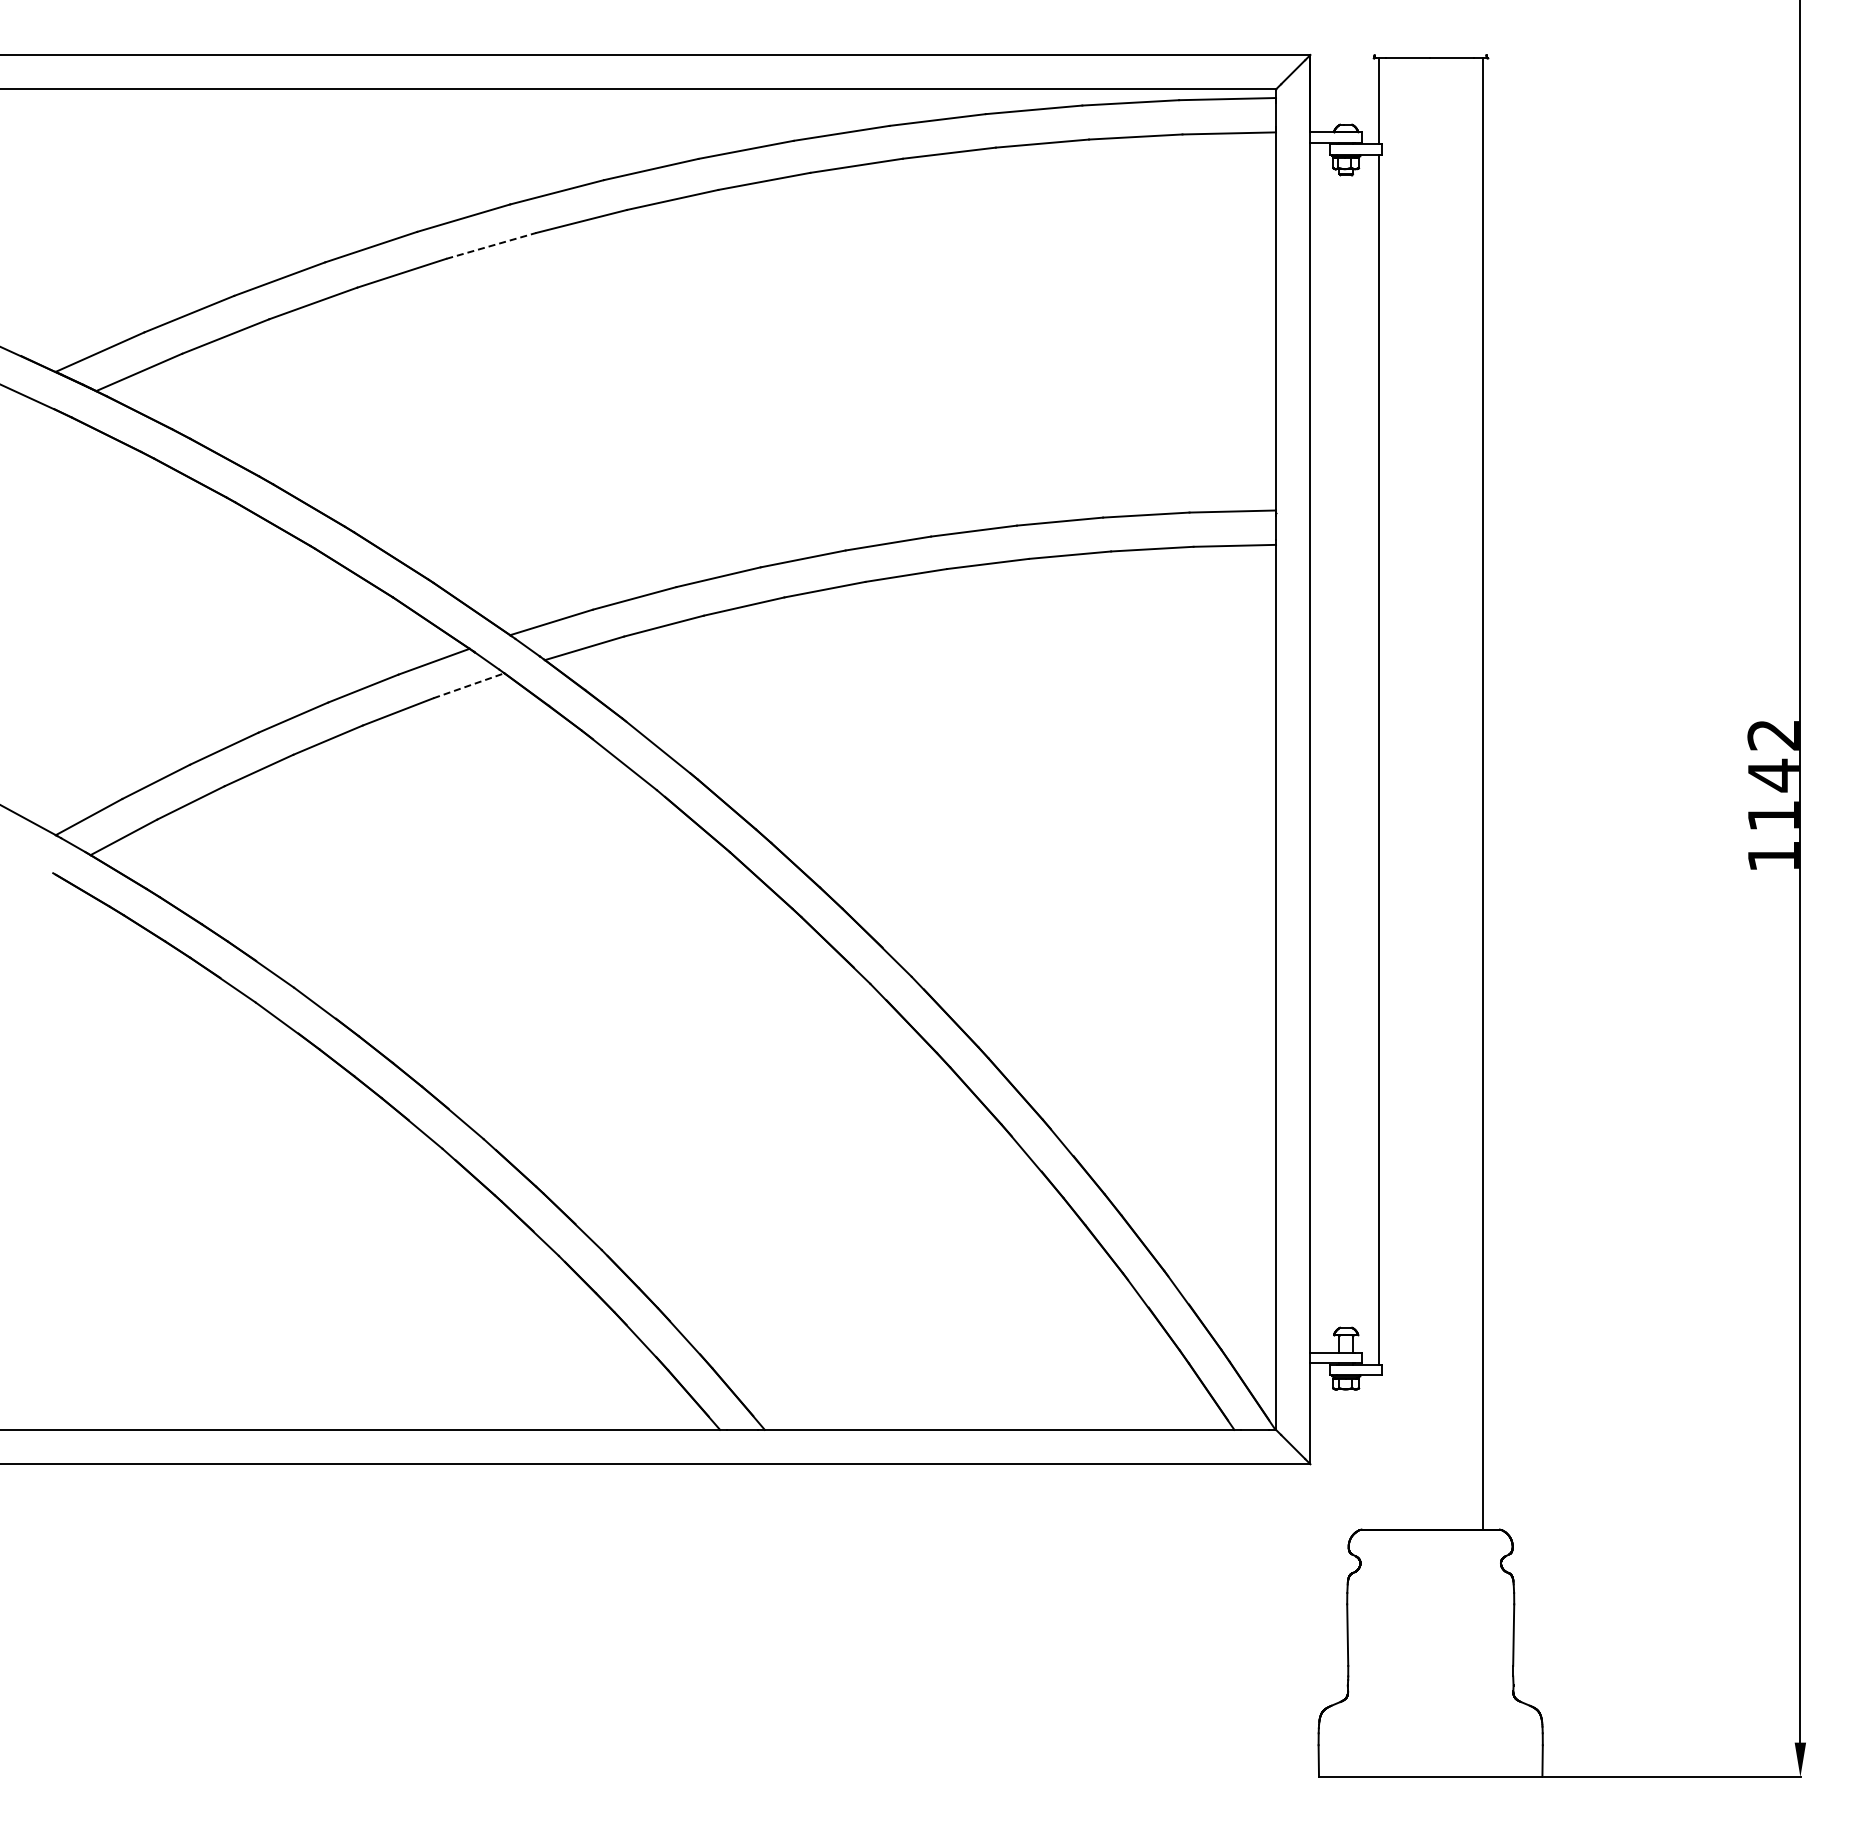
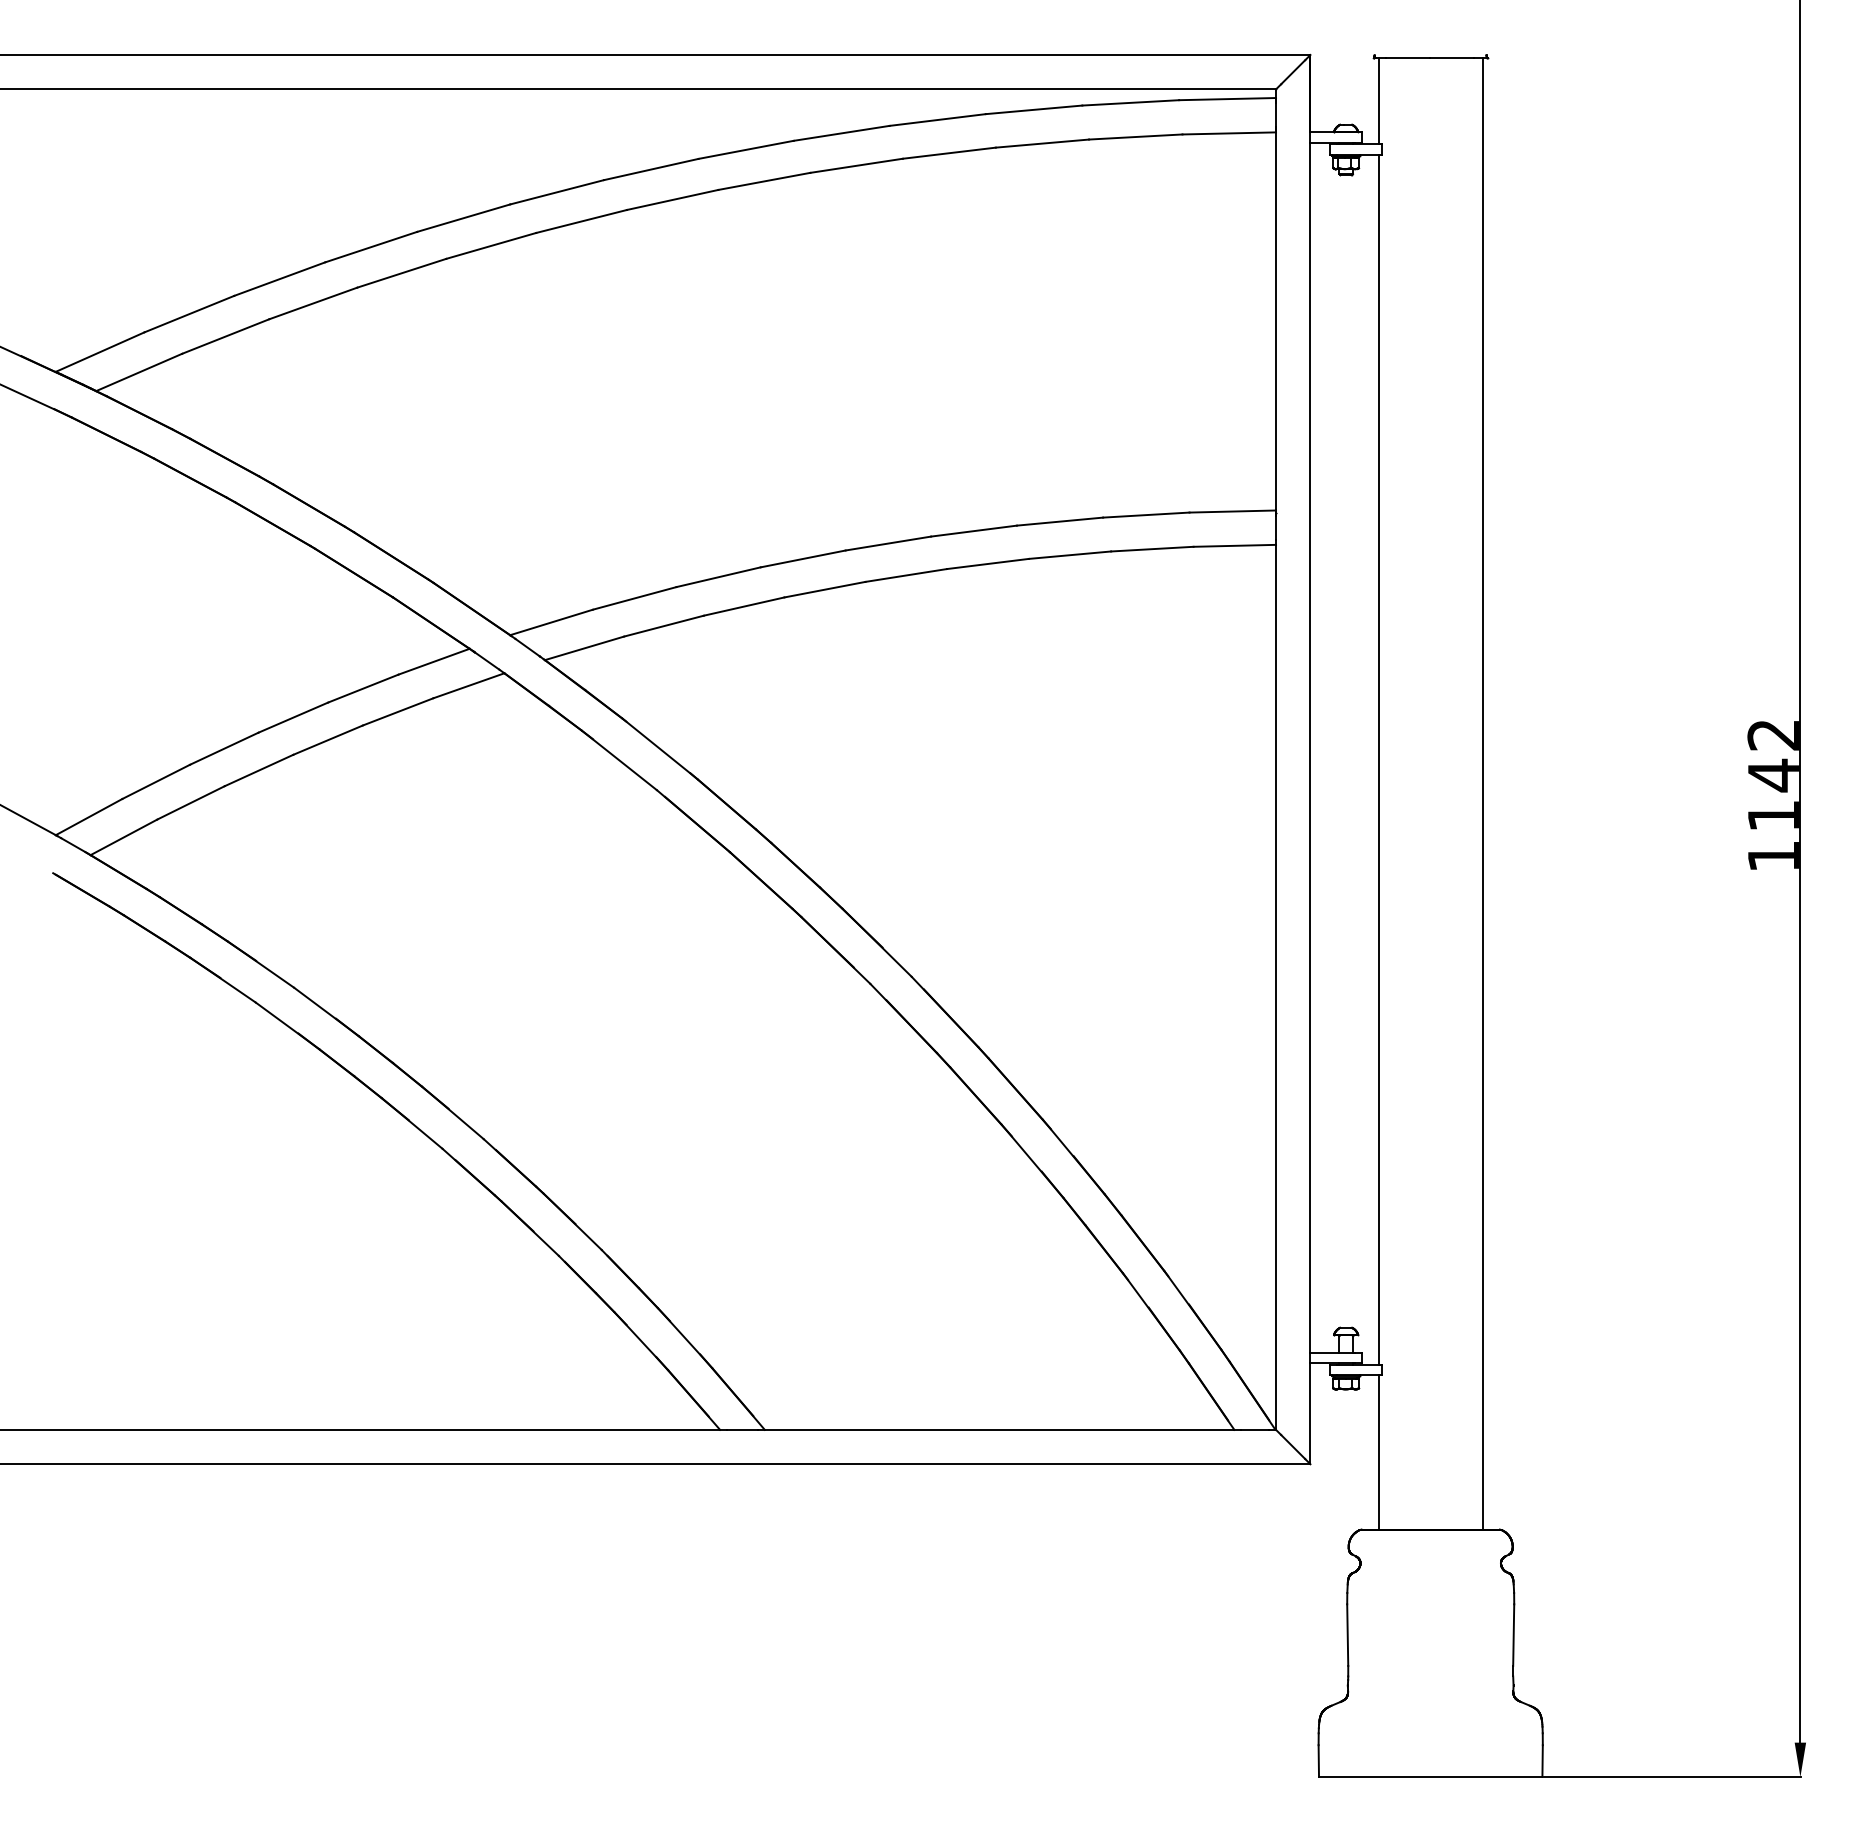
line at (491, 245): dashed -> solid
line at (468, 685): dashed -> solid
line at (1378, 1451): none -> present
